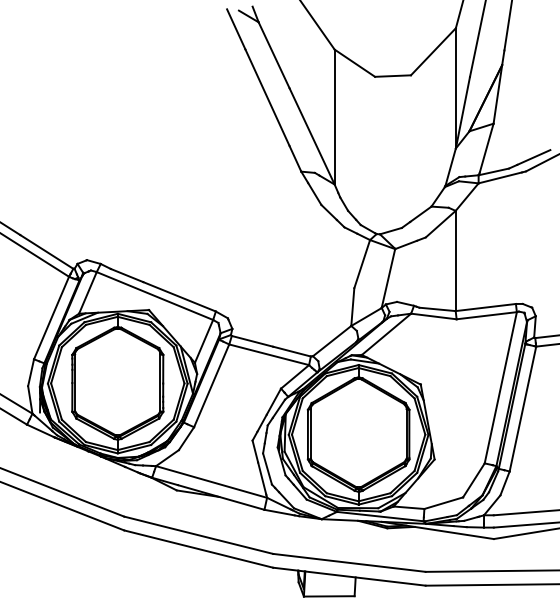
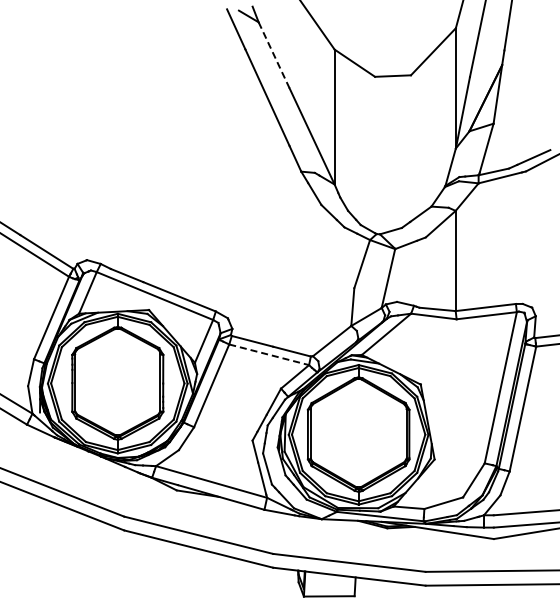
line at (274, 55): solid -> dashed
line at (269, 354): solid -> dashed
